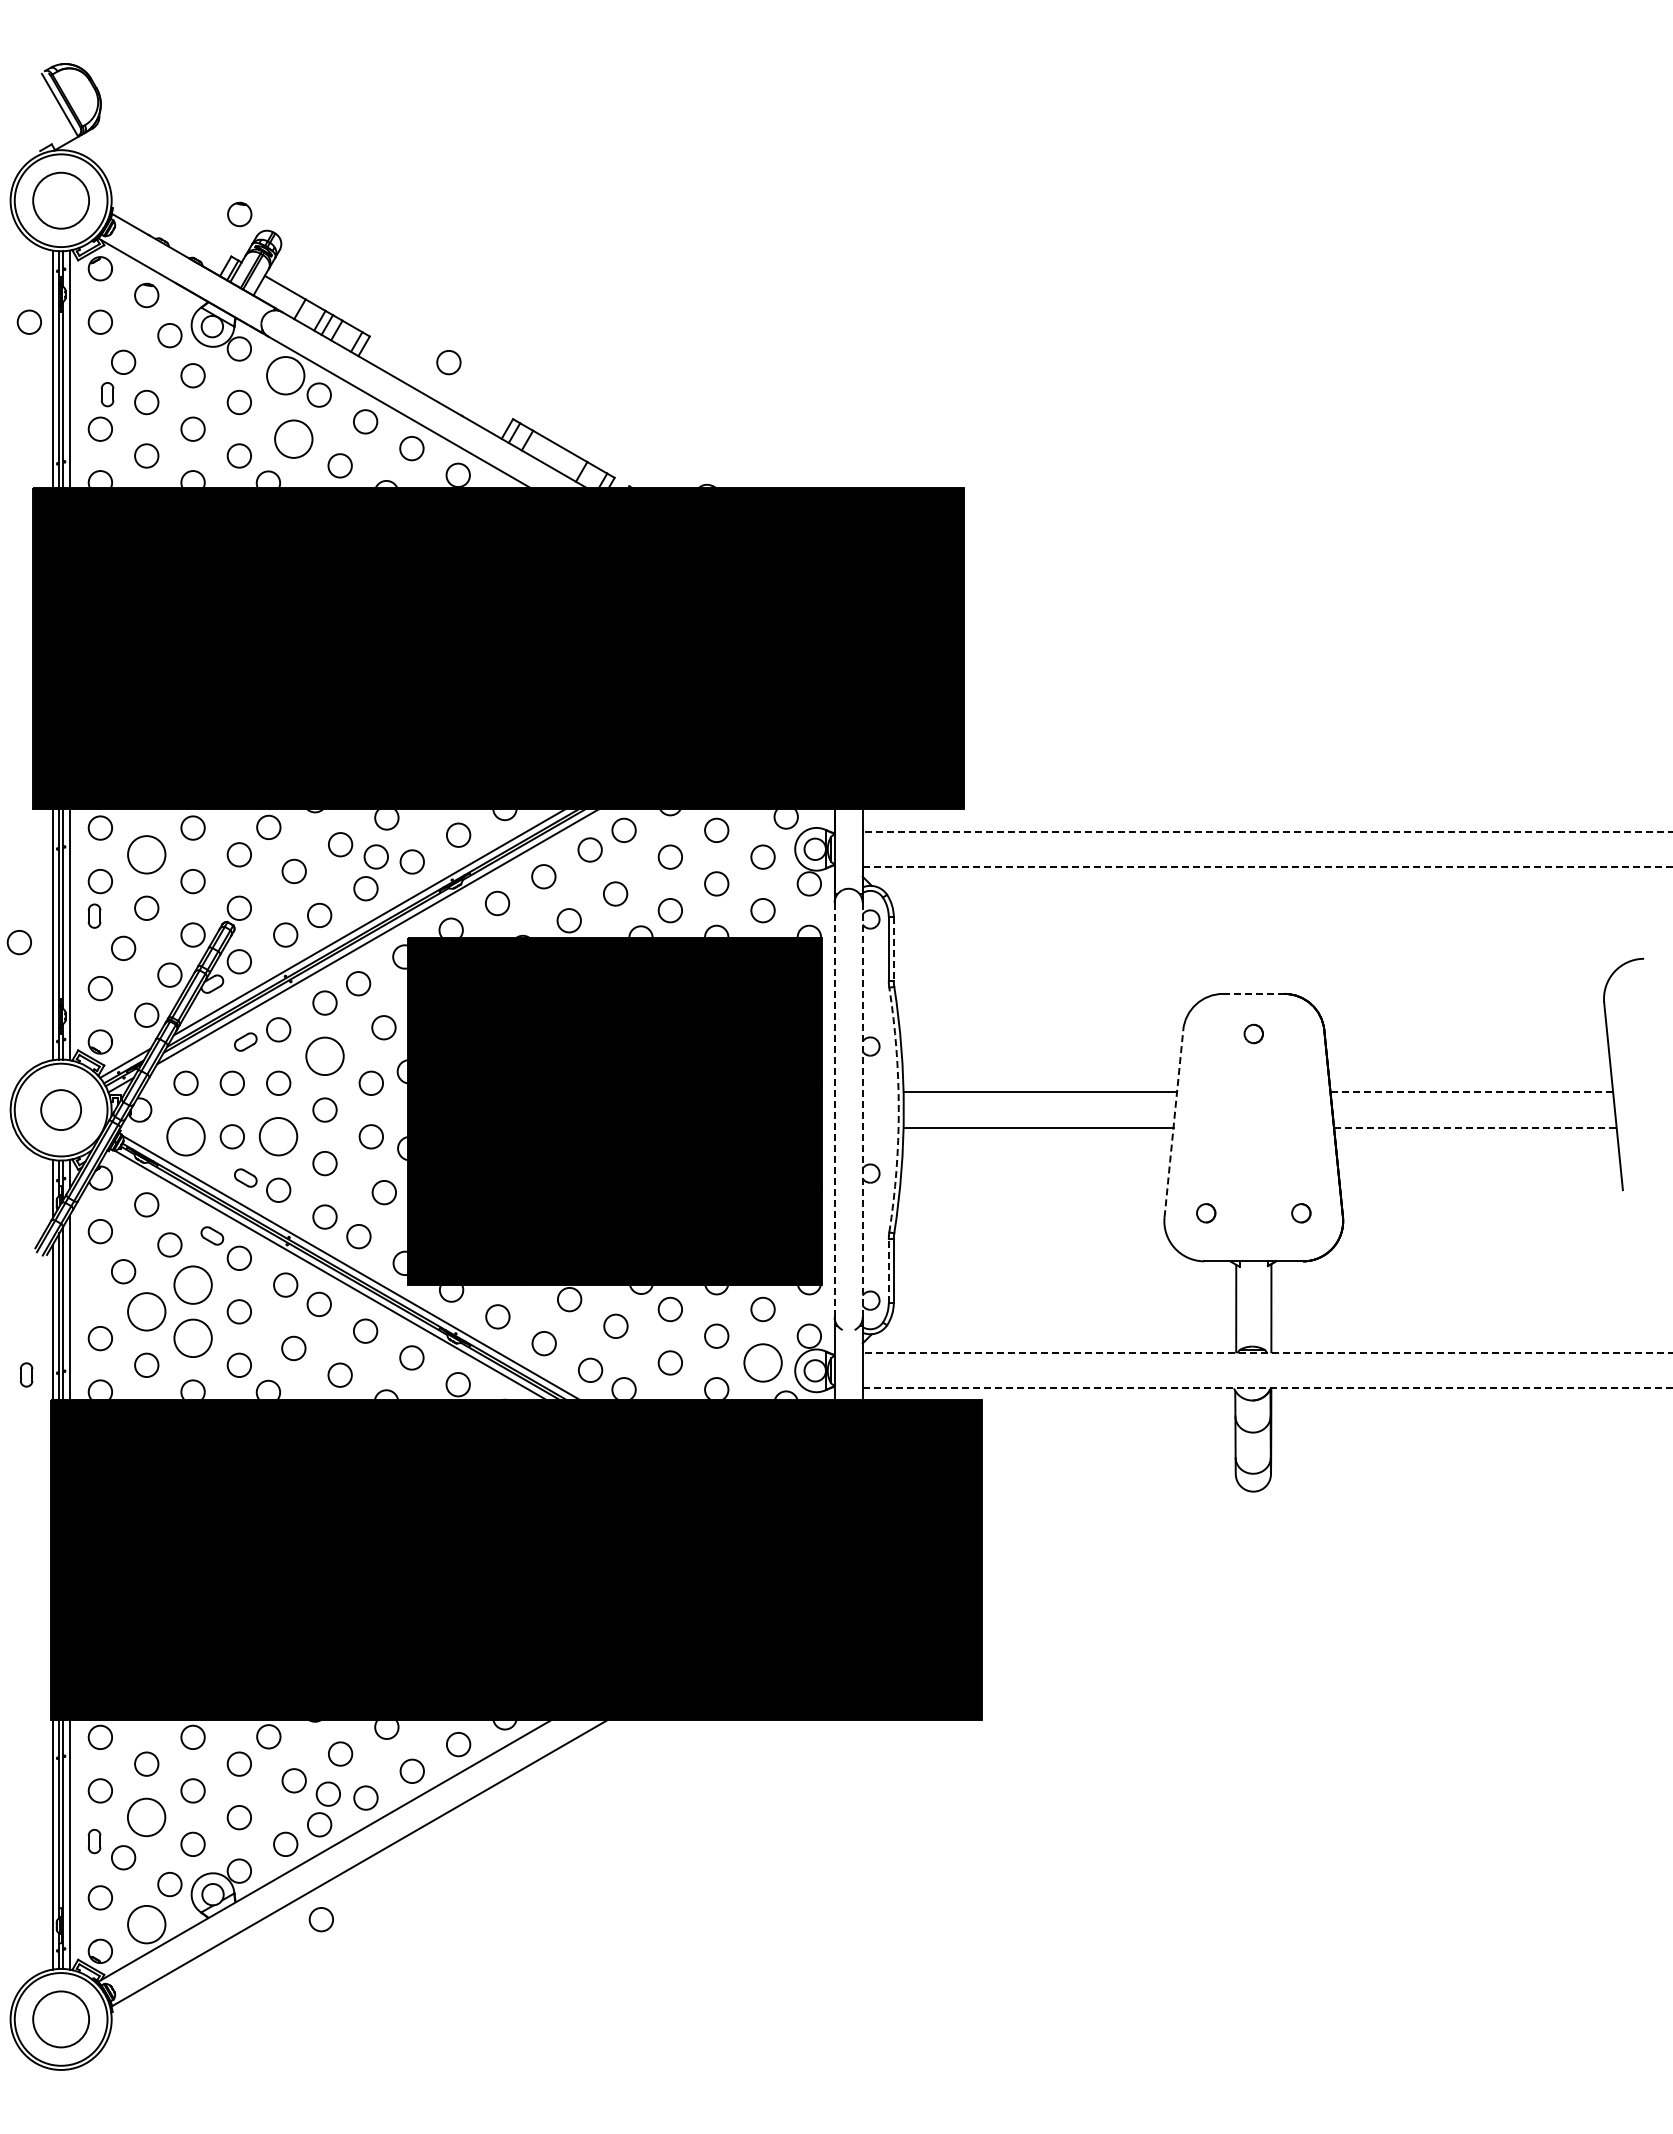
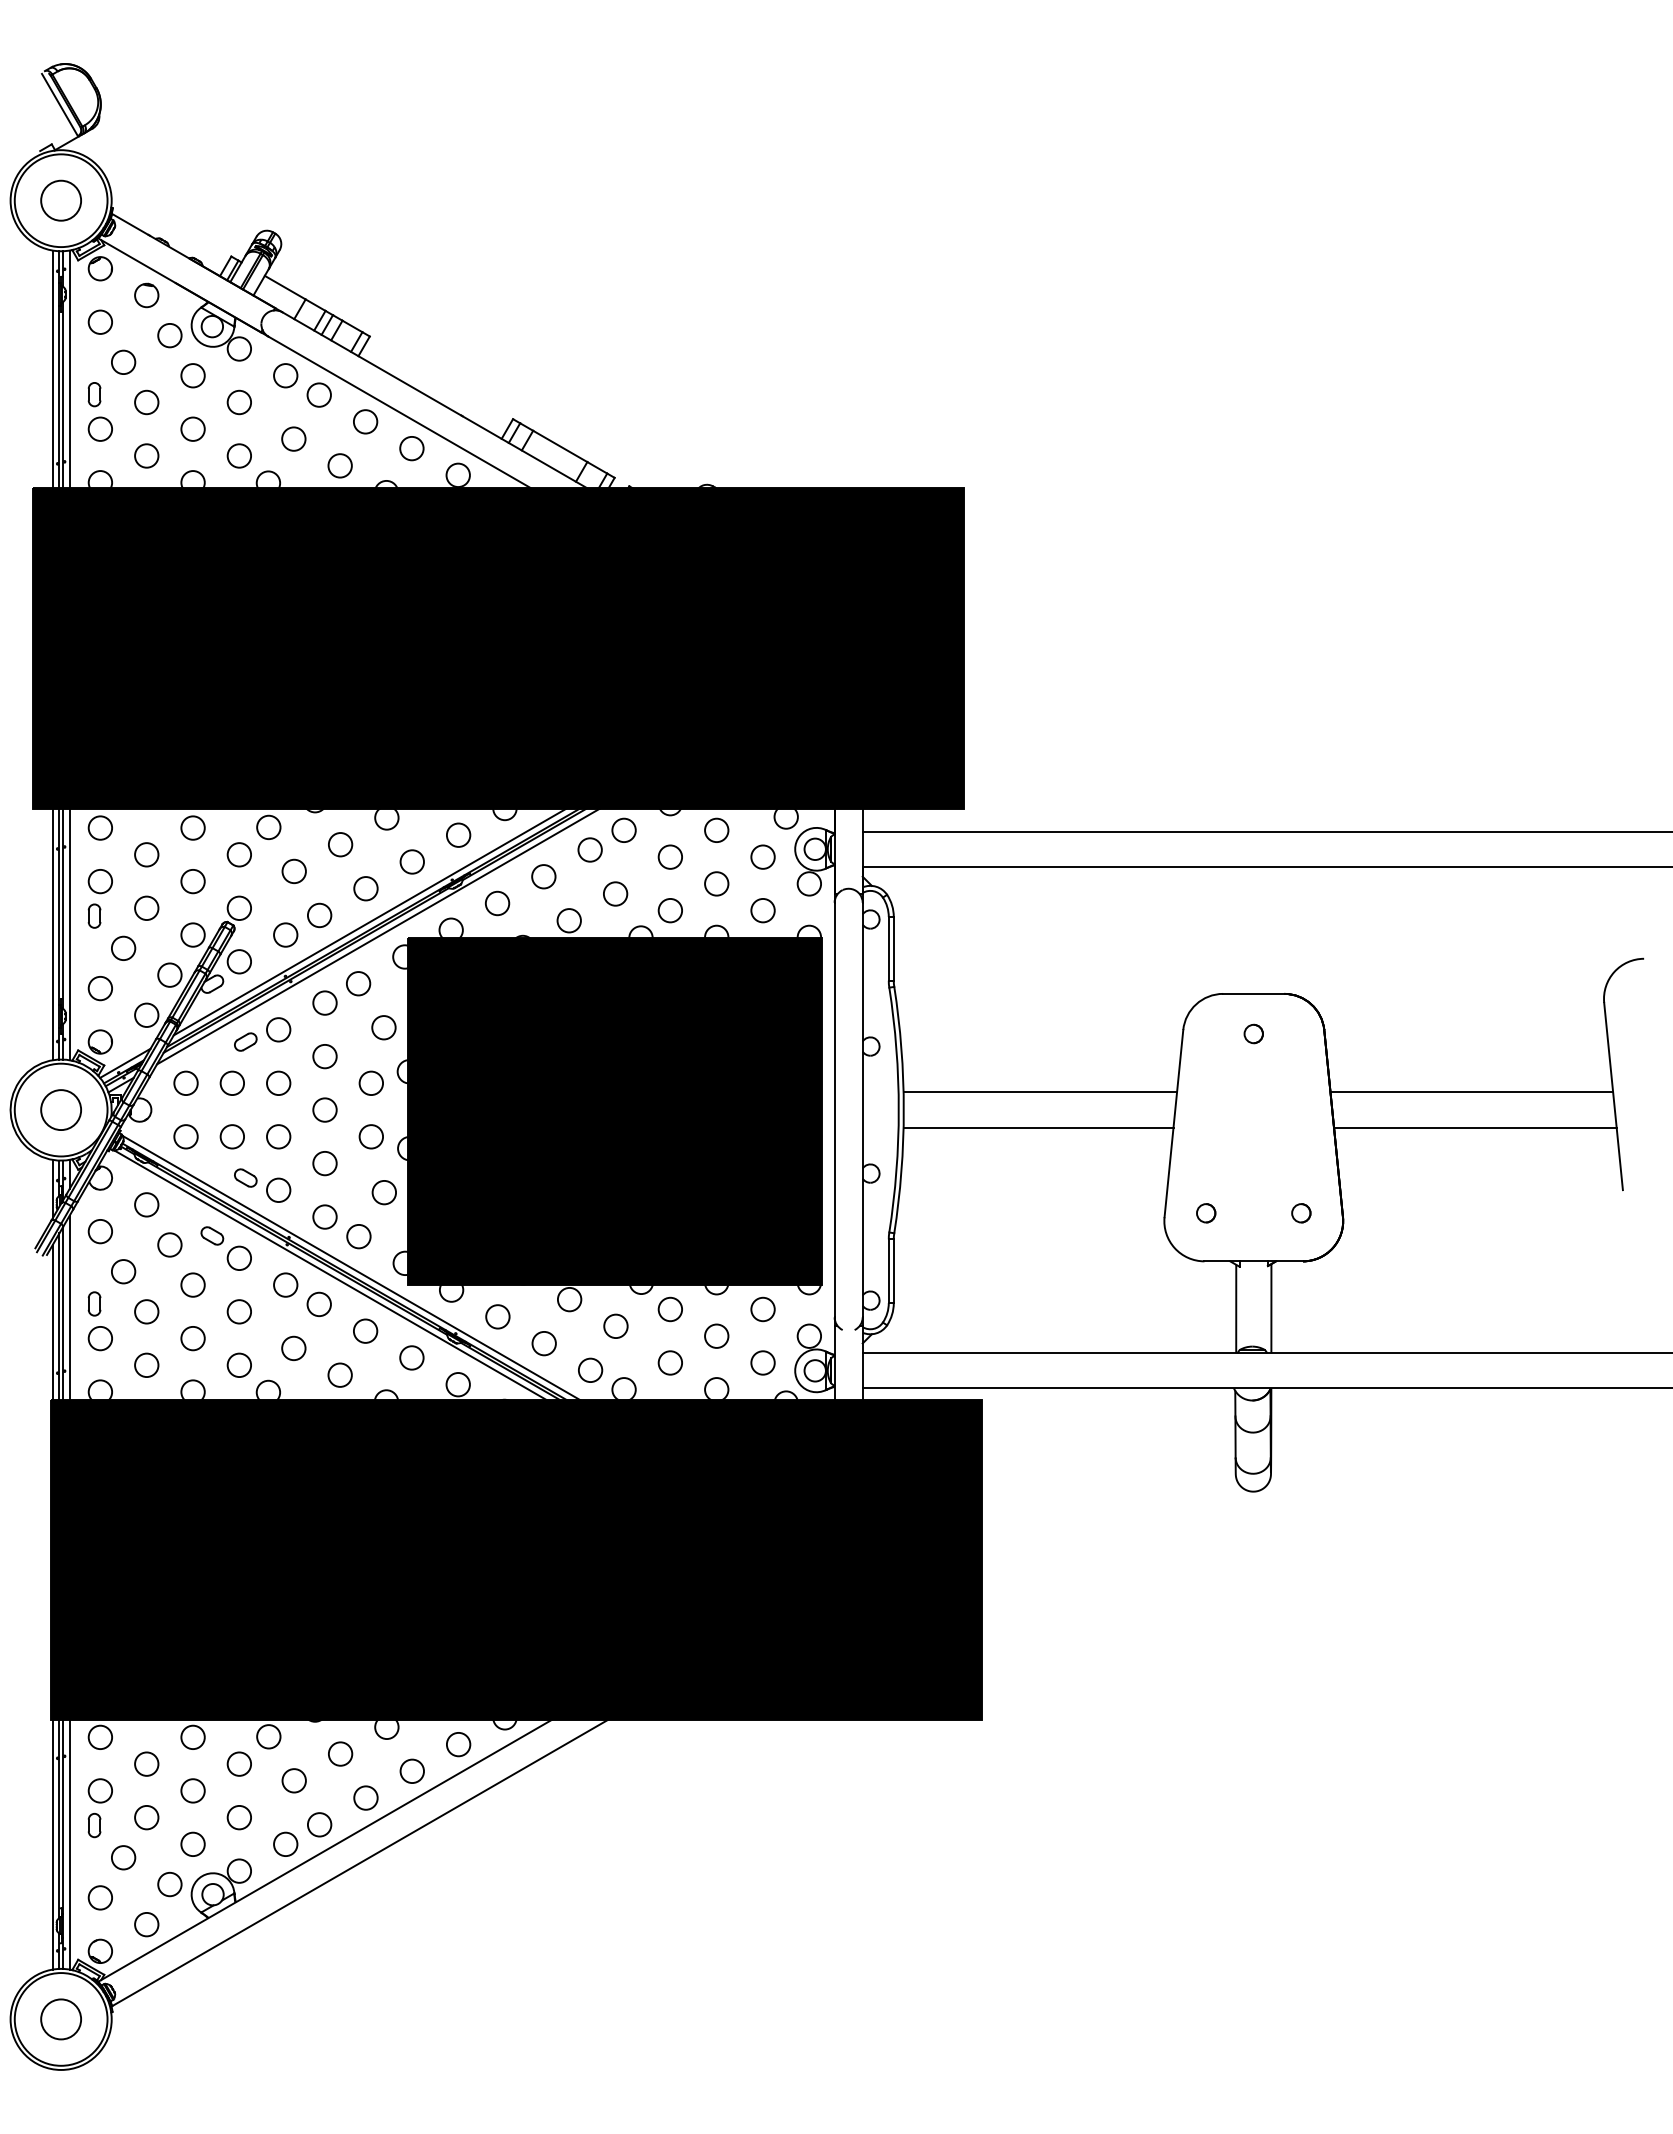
circle at (61, 200) diameter: 56 px -> 40 px
part at (239, 214): present -> none
circle at (28, 321): present -> none
circle at (448, 362): present -> none
circle at (285, 375) diameter: 37 px -> 23 px
part at (107, 394) position: (107, 394) -> (94, 394)
circle at (293, 438) size: 40x40 px -> 26x26 px
line at (1267, 831): dashed -> solid
circle at (146, 854) diameter: 37 px -> 23 px
circle at (375, 856): present -> none
line at (1267, 866): dashed -> solid
circle at (18, 942): present -> none
line at (893, 948): dashed -> solid
line at (1253, 993): dashed -> solid
circle at (324, 1055) size: 40x40 px -> 26x26 px
line at (1471, 1092): dashed -> solid
line at (862, 1109): dashed -> solid
line at (834, 1110): dashed -> solid
arc at (898, 1110): dashed -> solid
line at (1173, 1123): dashed -> solid
line at (1475, 1127): dashed -> solid
circle at (185, 1136) diameter: 37 px -> 23 px
circle at (278, 1136) size: 41x40 px -> 26x26 px
line at (888, 1271): dashed -> solid
circle at (192, 1284) size: 40x40 px -> 26x26 px
circle at (146, 1311) diameter: 37 px -> 23 px
circle at (192, 1337) size: 40x40 px -> 26x26 px
line at (1267, 1353): dashed -> solid
circle at (762, 1362) size: 40x40 px -> 26x26 px
part at (26, 1374) position: (26, 1374) -> (94, 1303)
line at (1267, 1388): dashed -> solid
circle at (327, 1793): present -> none
circle at (146, 1817) size: 40x41 px -> 26x26 px
part at (94, 1841) position: (94, 1841) -> (94, 1825)
circle at (320, 1919): present -> none
circle at (146, 1924) diameter: 37 px -> 23 px
circle at (61, 2019) diameter: 56 px -> 40 px
